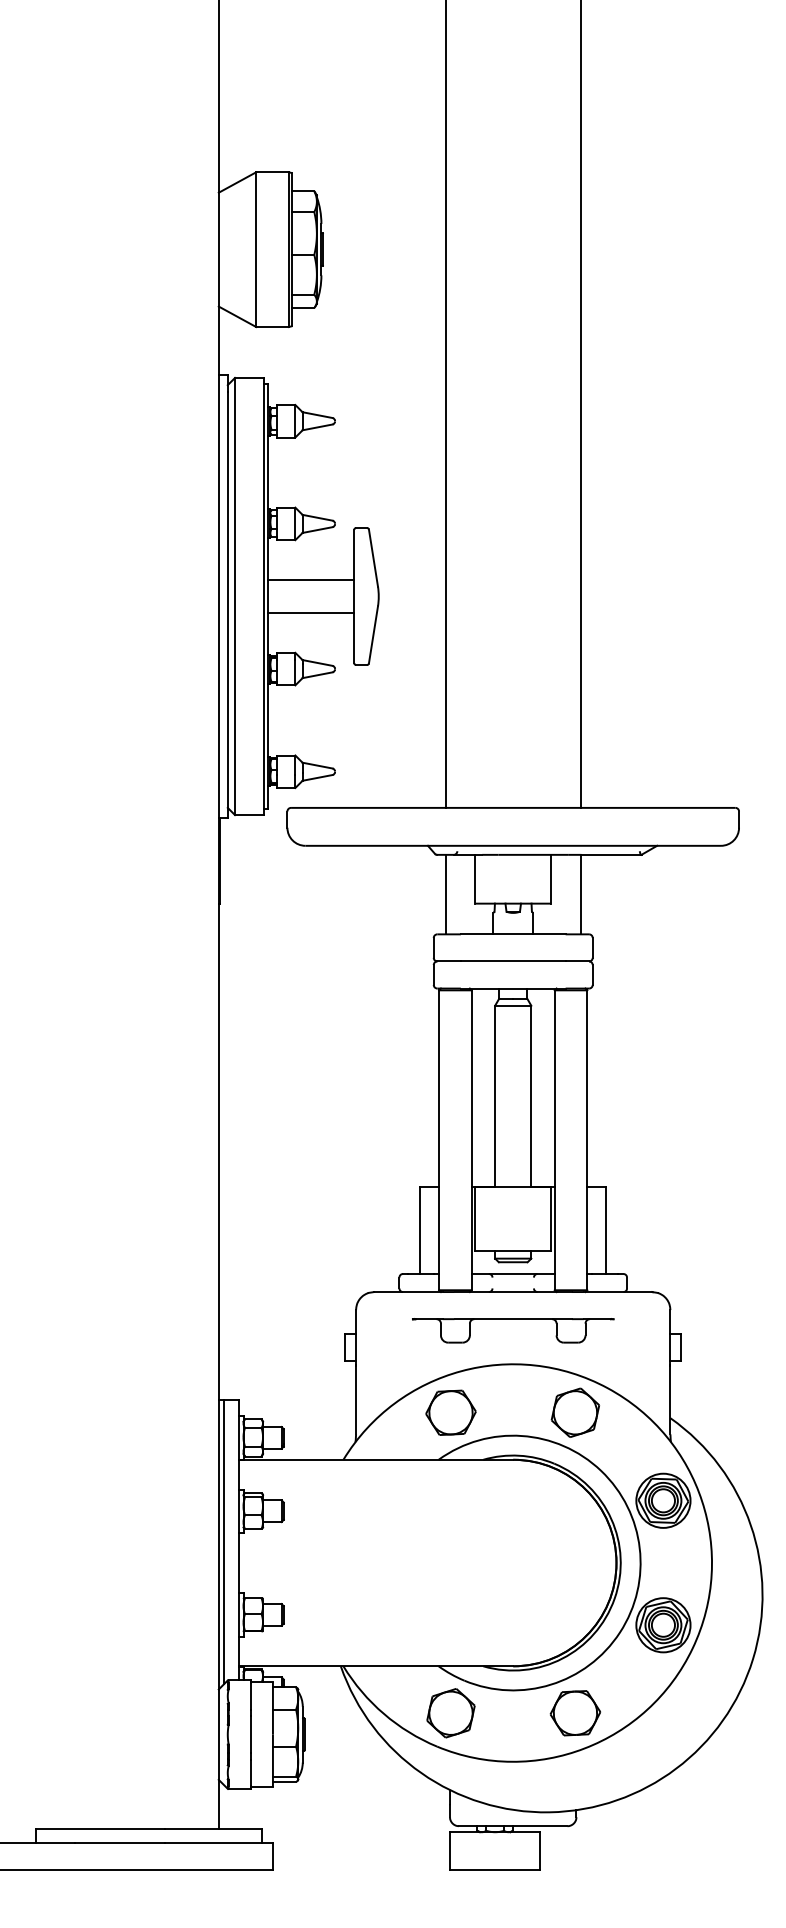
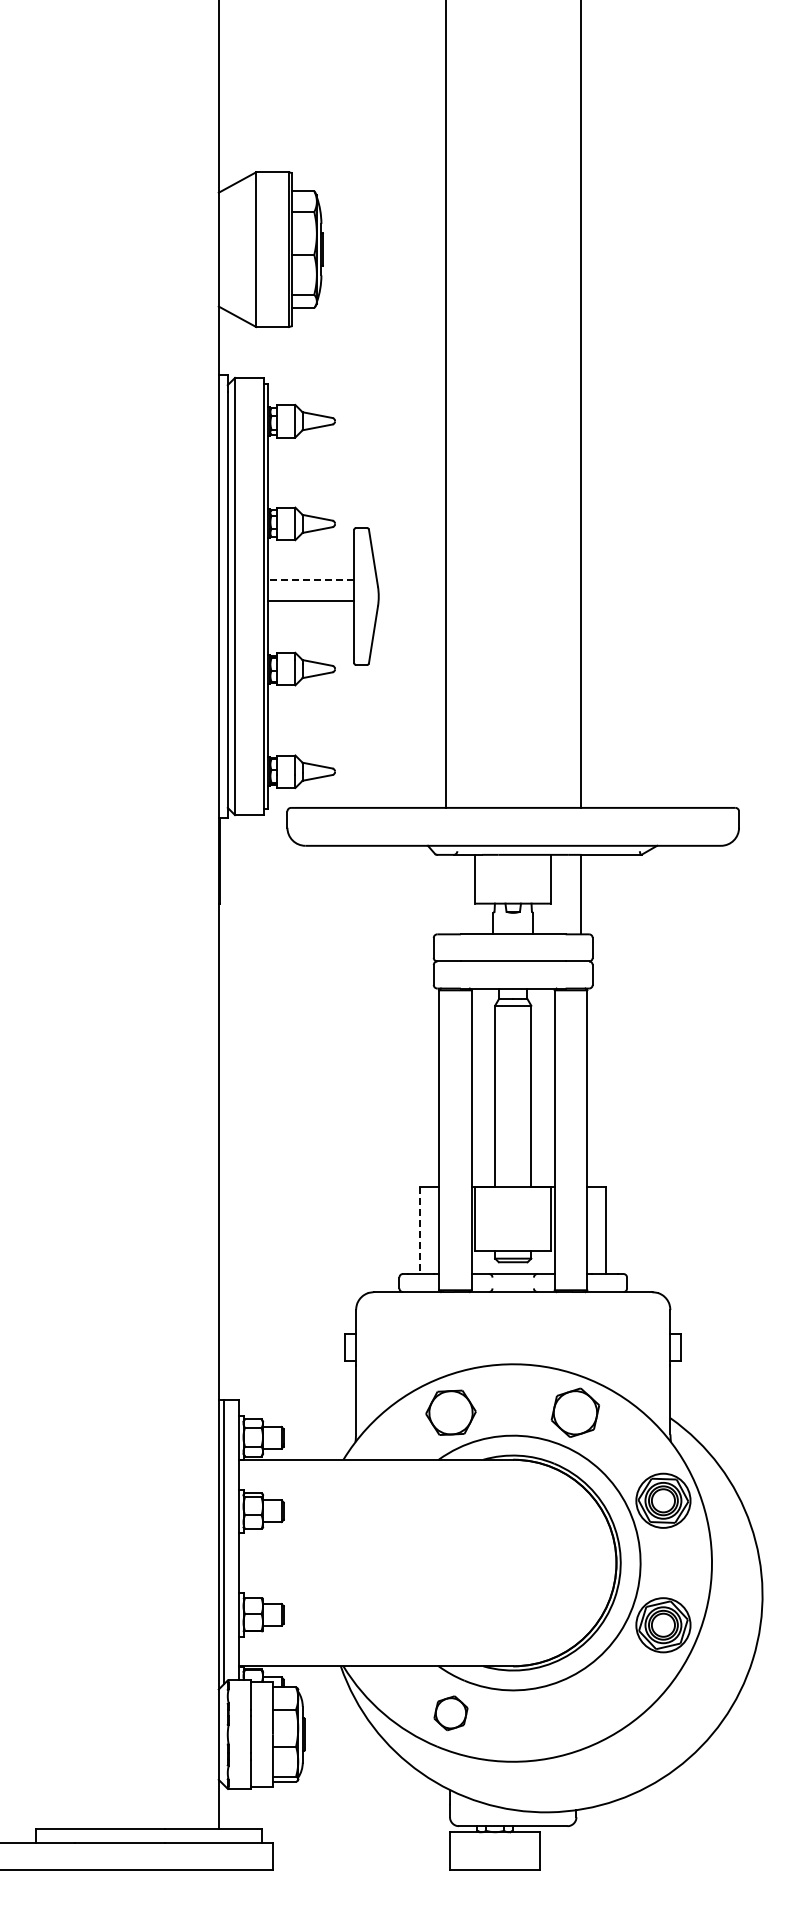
line at (310, 580): solid -> dashed
line at (310, 612) position: (310, 612) -> (310, 600)
line at (445, 894): present -> none
line at (420, 1230): solid -> dashed
part at (513, 1319): present -> none
part at (450, 1713) size: 50x51 px -> 36x37 px
part at (575, 1713): present -> none
